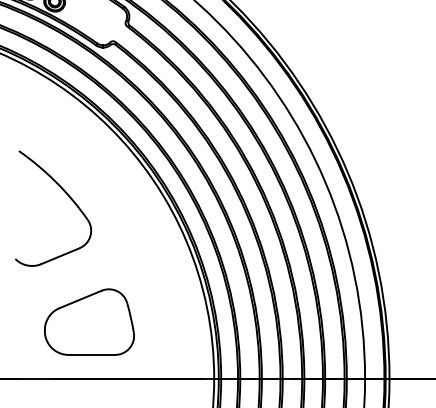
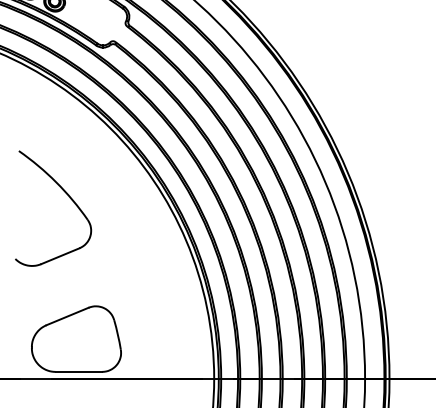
part at (89, 321) position: (89, 321) -> (76, 338)
